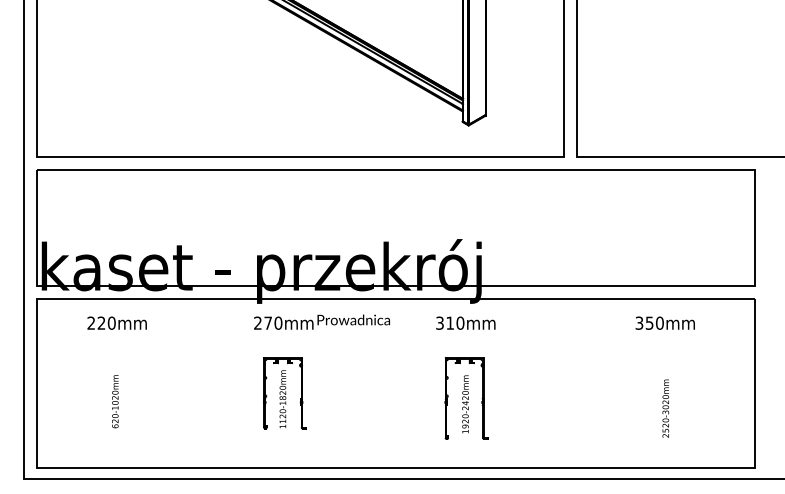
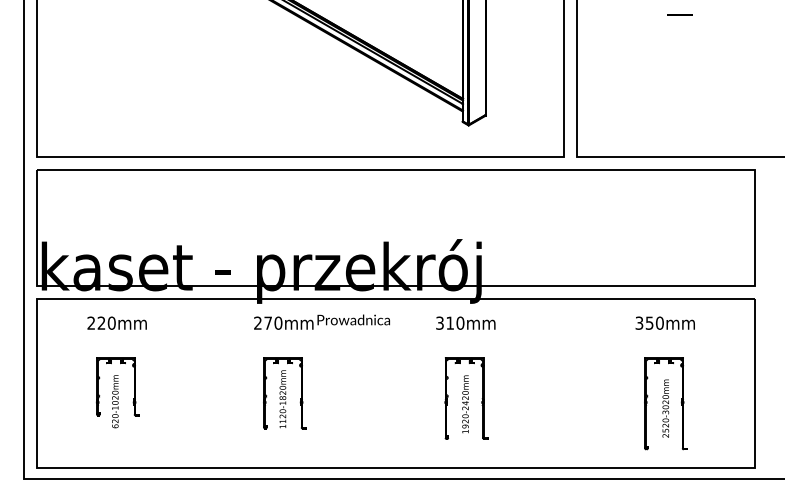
line at (679, 14): none -> present
part at (134, 386): none -> present
part at (680, 402): none -> present
